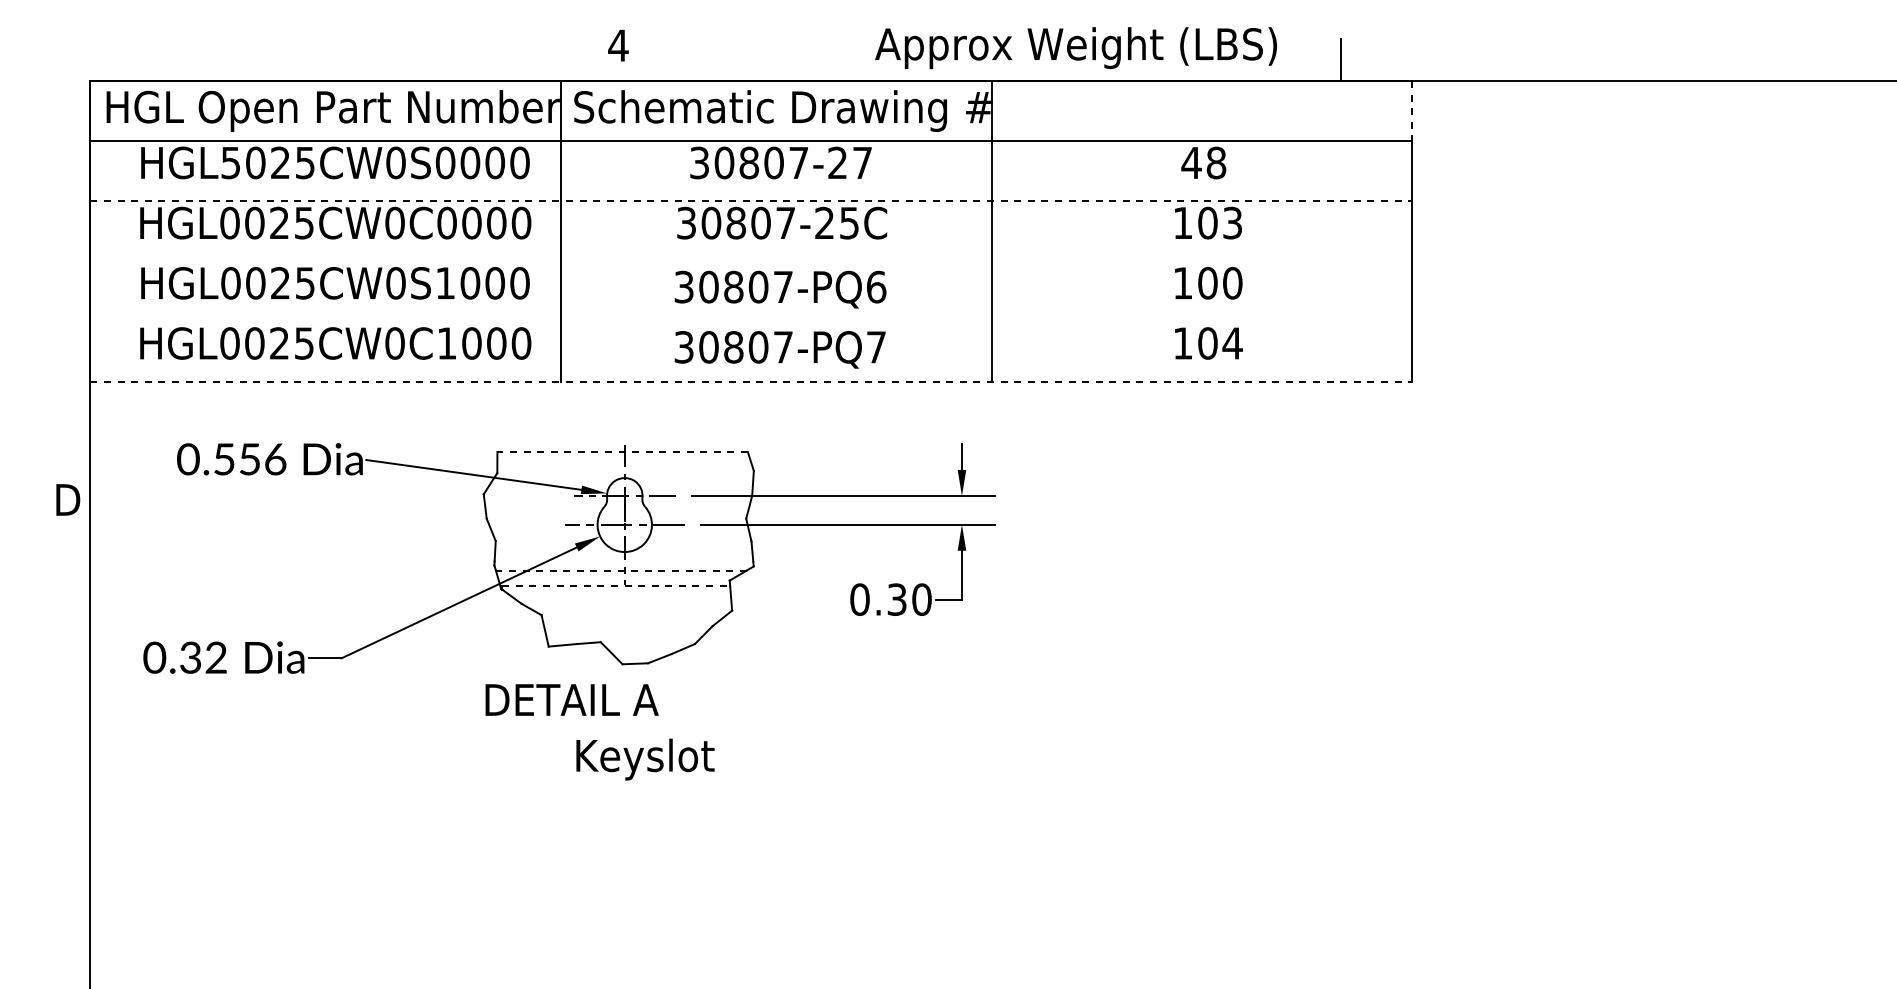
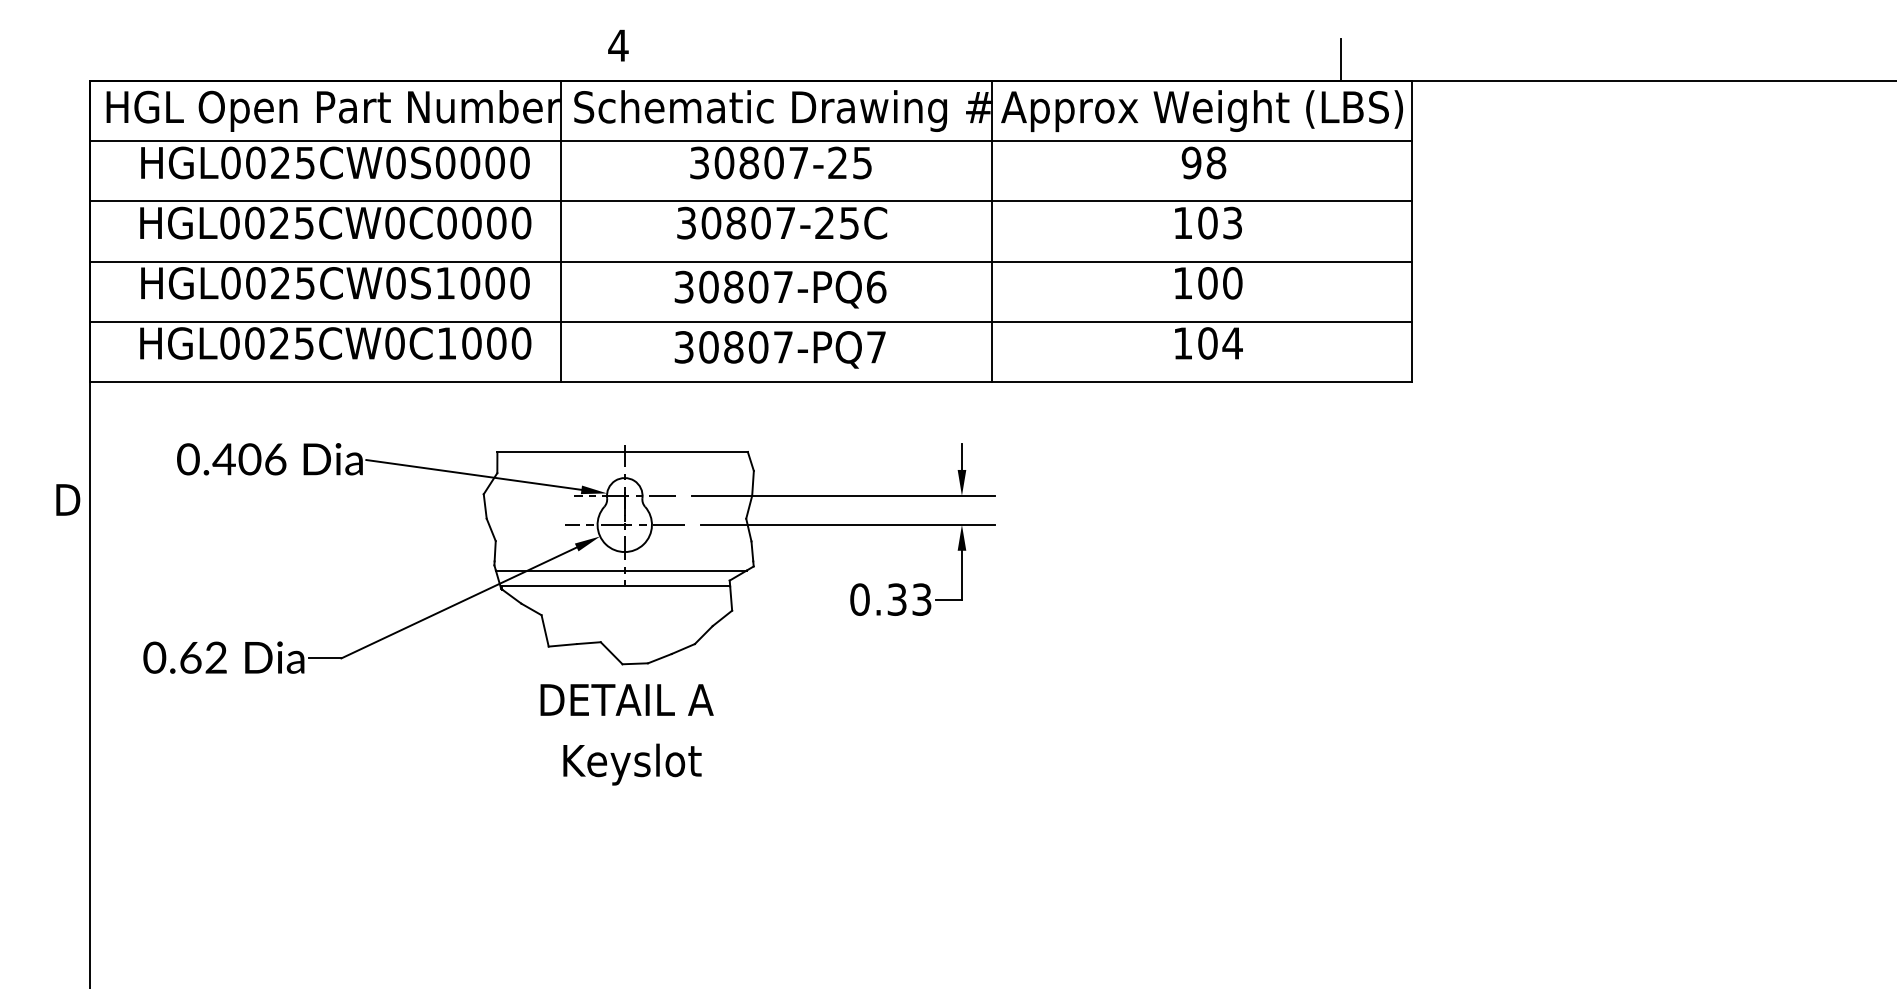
text at (1075, 47) position: (1075, 47) -> (1201, 110)
line at (1411, 111): dashed -> solid
text at (230, 162): HGL5025CW0S0000 -> HGL0025CW0S0000
text at (1191, 162): 48 -> 98
text at (862, 163): 30807-27 -> 30807-25
line at (751, 201): dashed -> solid
line at (750, 261): none -> present
line at (750, 321): none -> present
line at (751, 381): dashed -> solid
line at (622, 451): dashed -> solid
text at (236, 459): 0.556 -> 0.406
line at (620, 570): dashed -> solid
line at (616, 586): dashed -> solid
text at (921, 599): 0.30 -> 0.33
text at (190, 657): 0.32 -> 0.62
text at (571, 699) position: (571, 699) -> (626, 699)
text at (645, 759) position: (645, 759) -> (632, 764)
